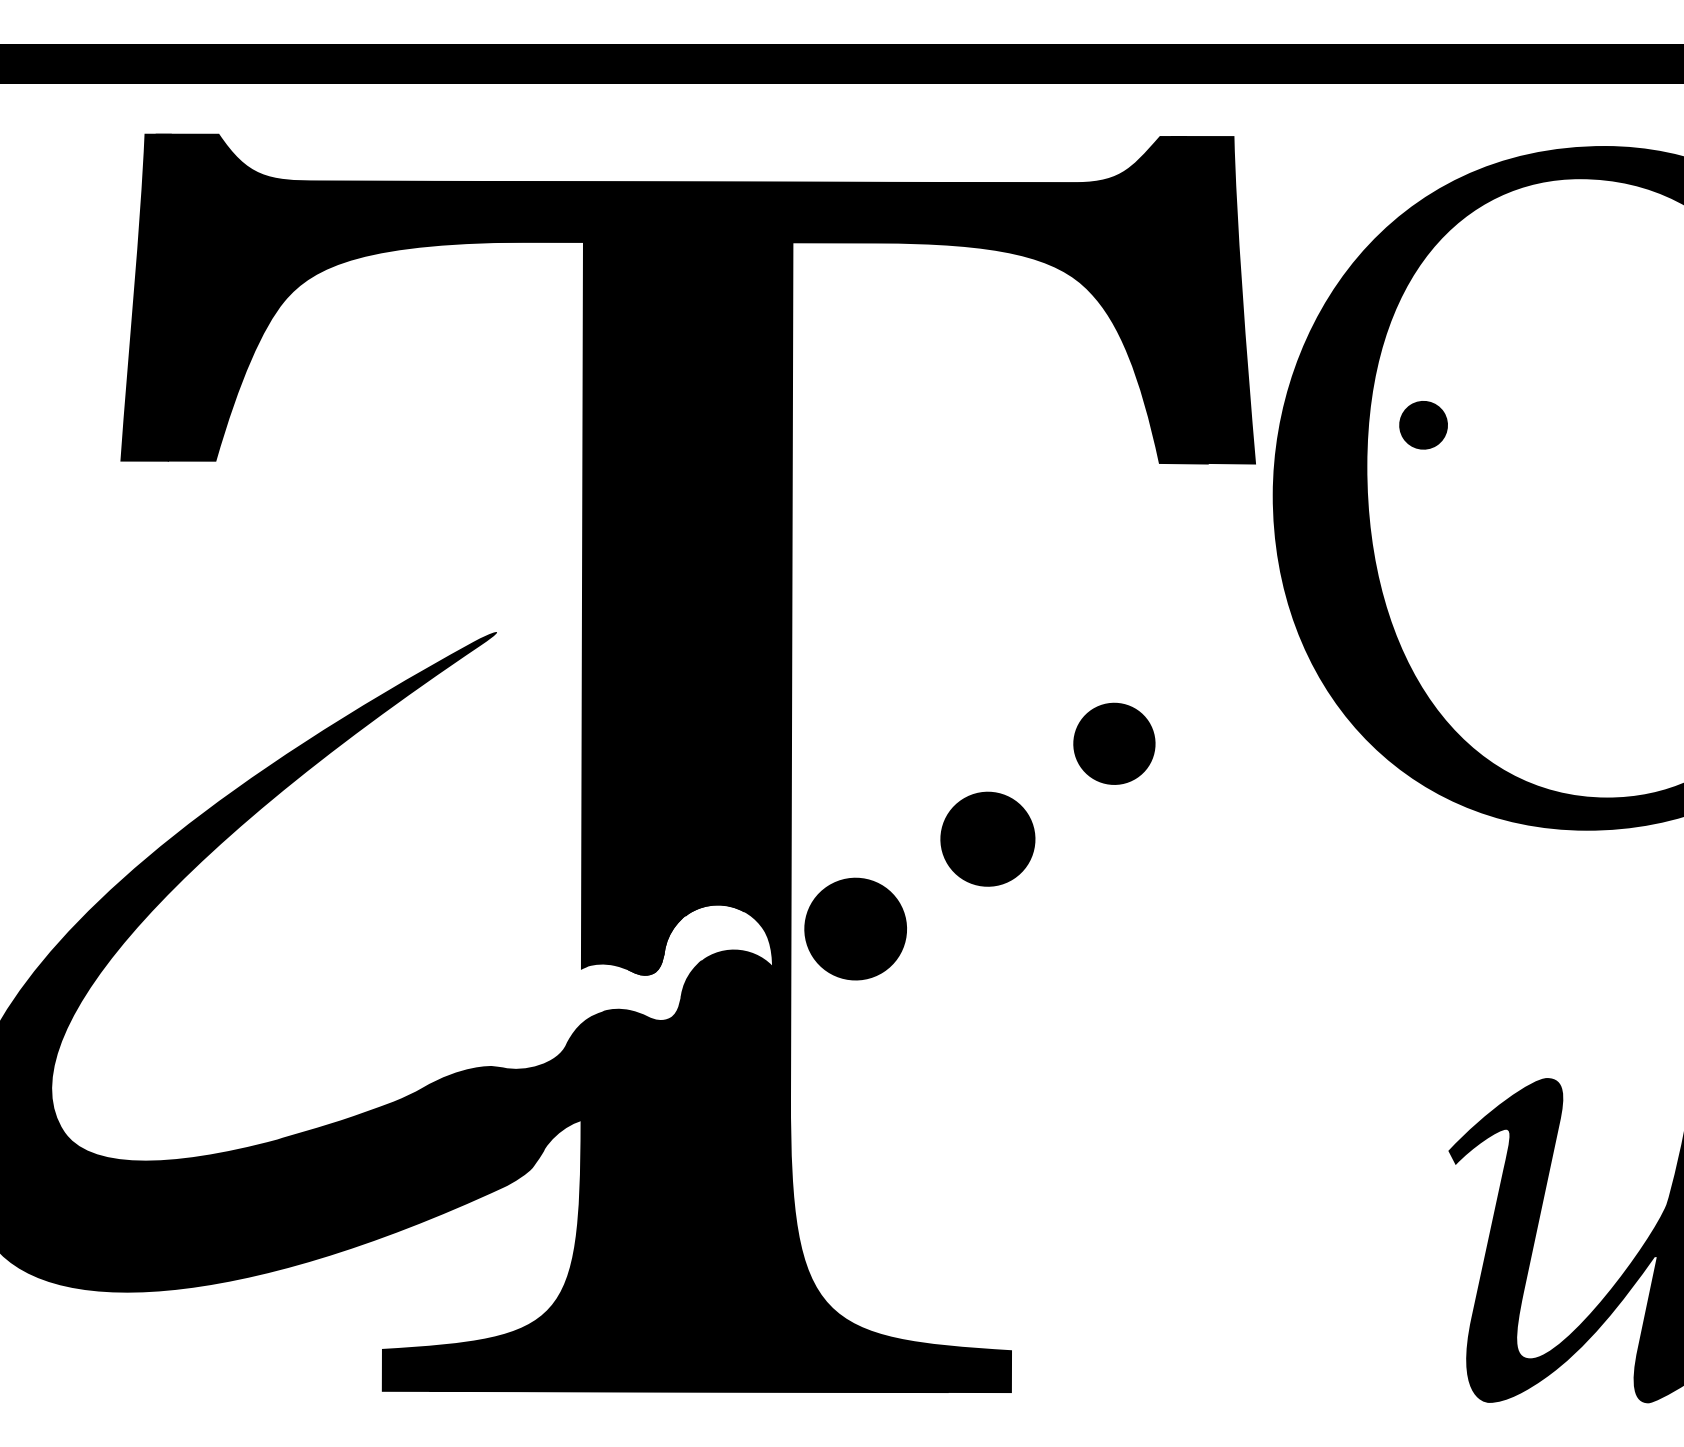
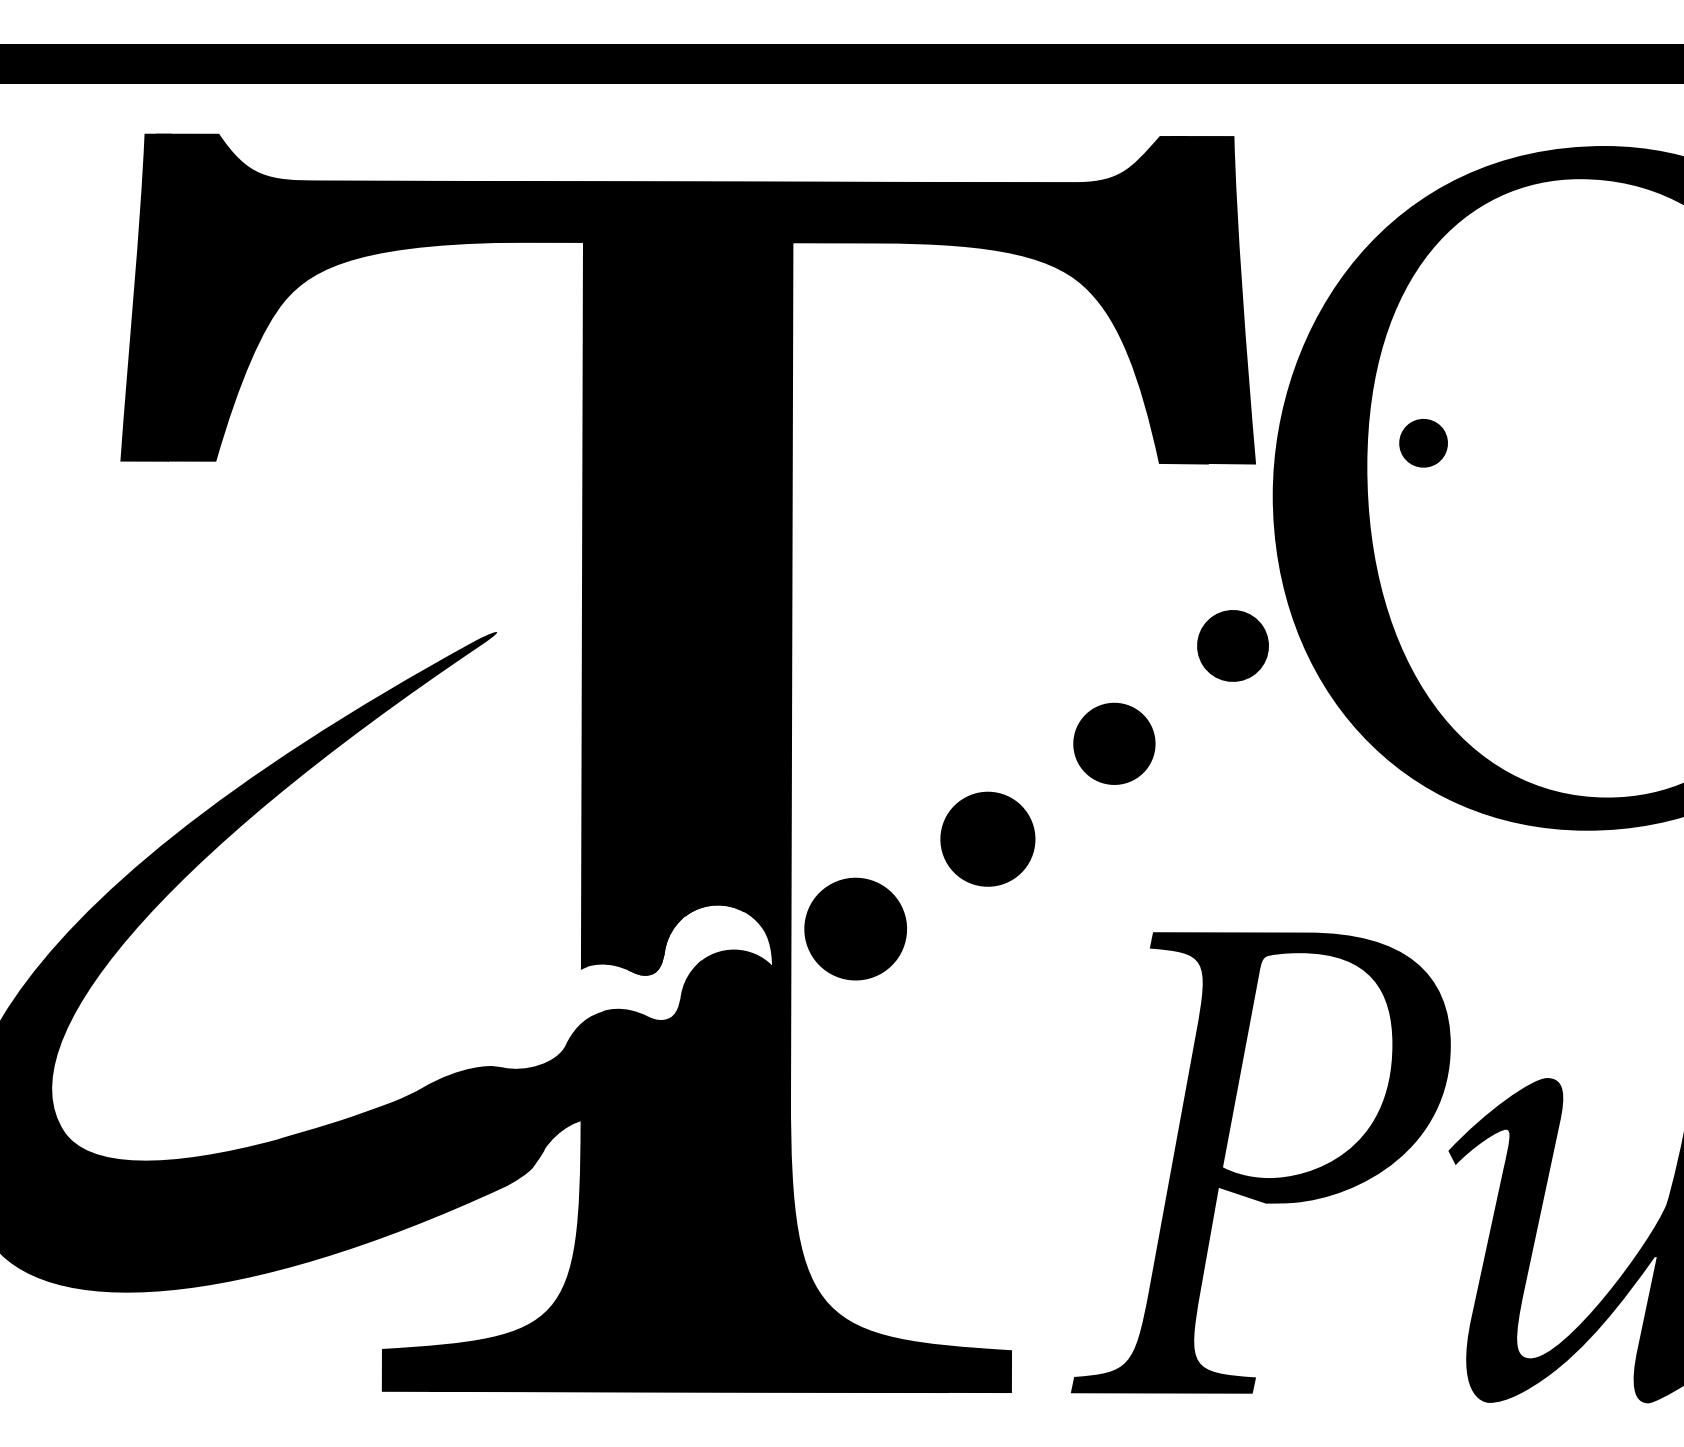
part at (1423, 425) position: (1423, 425) -> (1423, 443)
fill at (1232, 645): none -> present
part at (1260, 1162): none -> present
